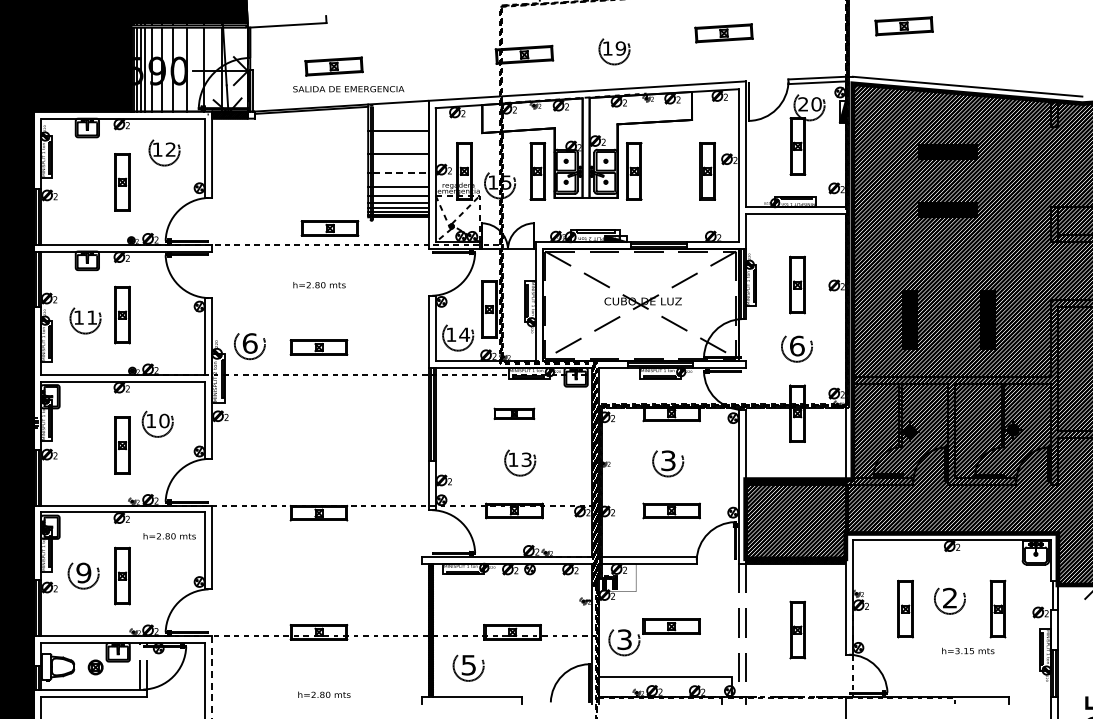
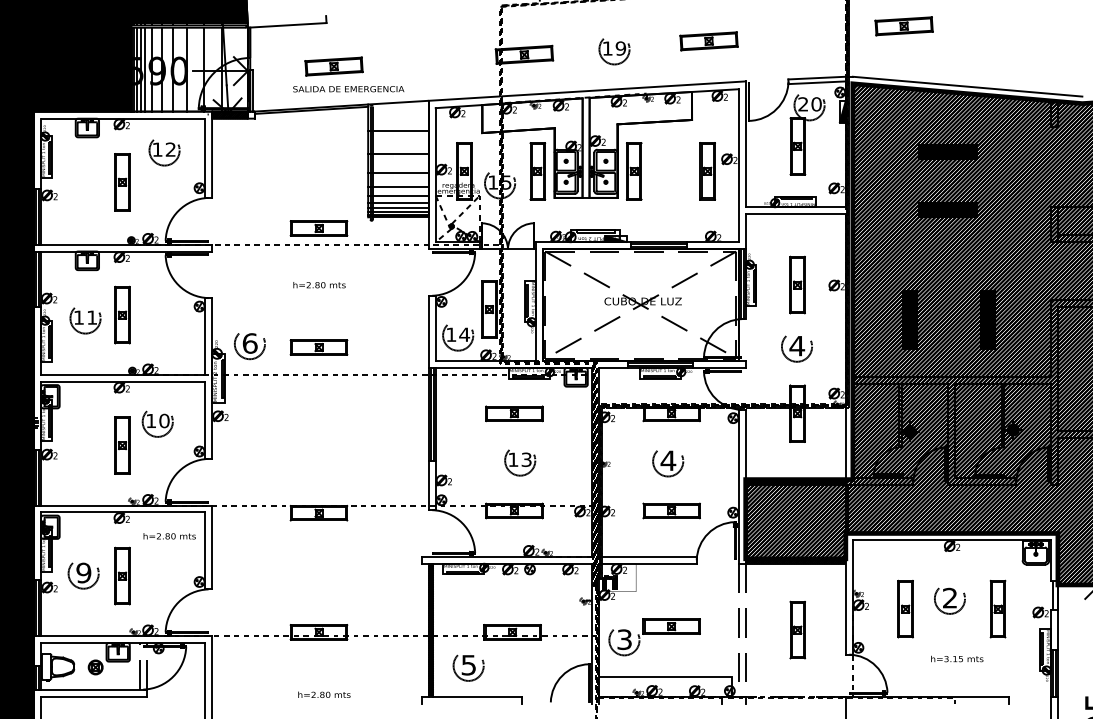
part at (723, 33) position: (723, 33) -> (708, 41)
line at (400, 173): dashed -> solid
part at (329, 228) position: (329, 228) -> (318, 228)
text at (797, 345): 6 -> 4
part at (514, 413) size: 43x13 px -> 59x18 px
text at (668, 460): 3 -> 4
text at (968, 650) position: (968, 650) -> (957, 658)
line at (212, 677): dashed -> solid
